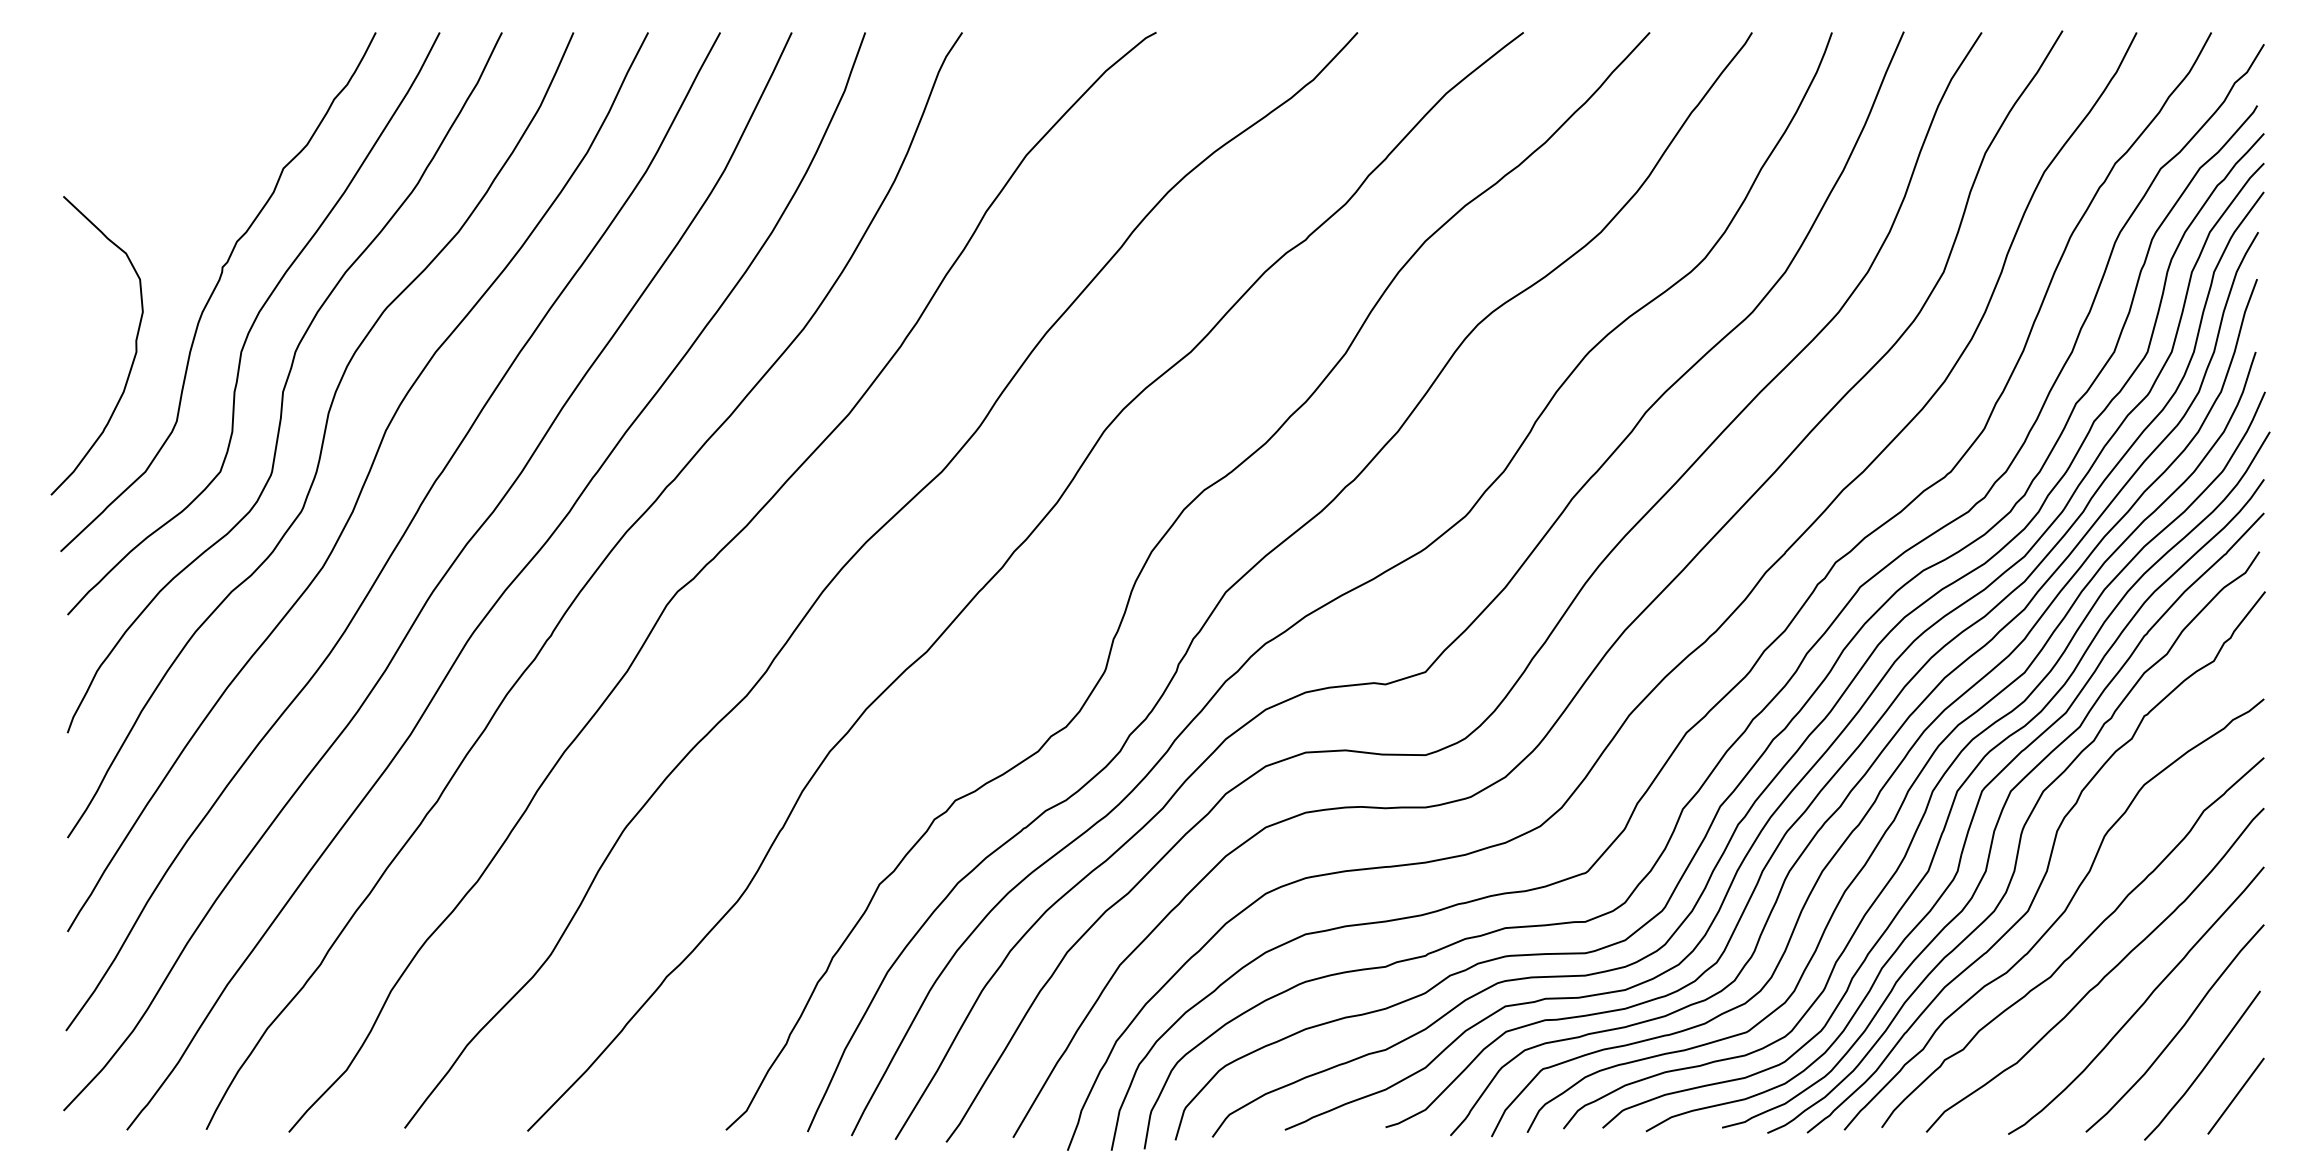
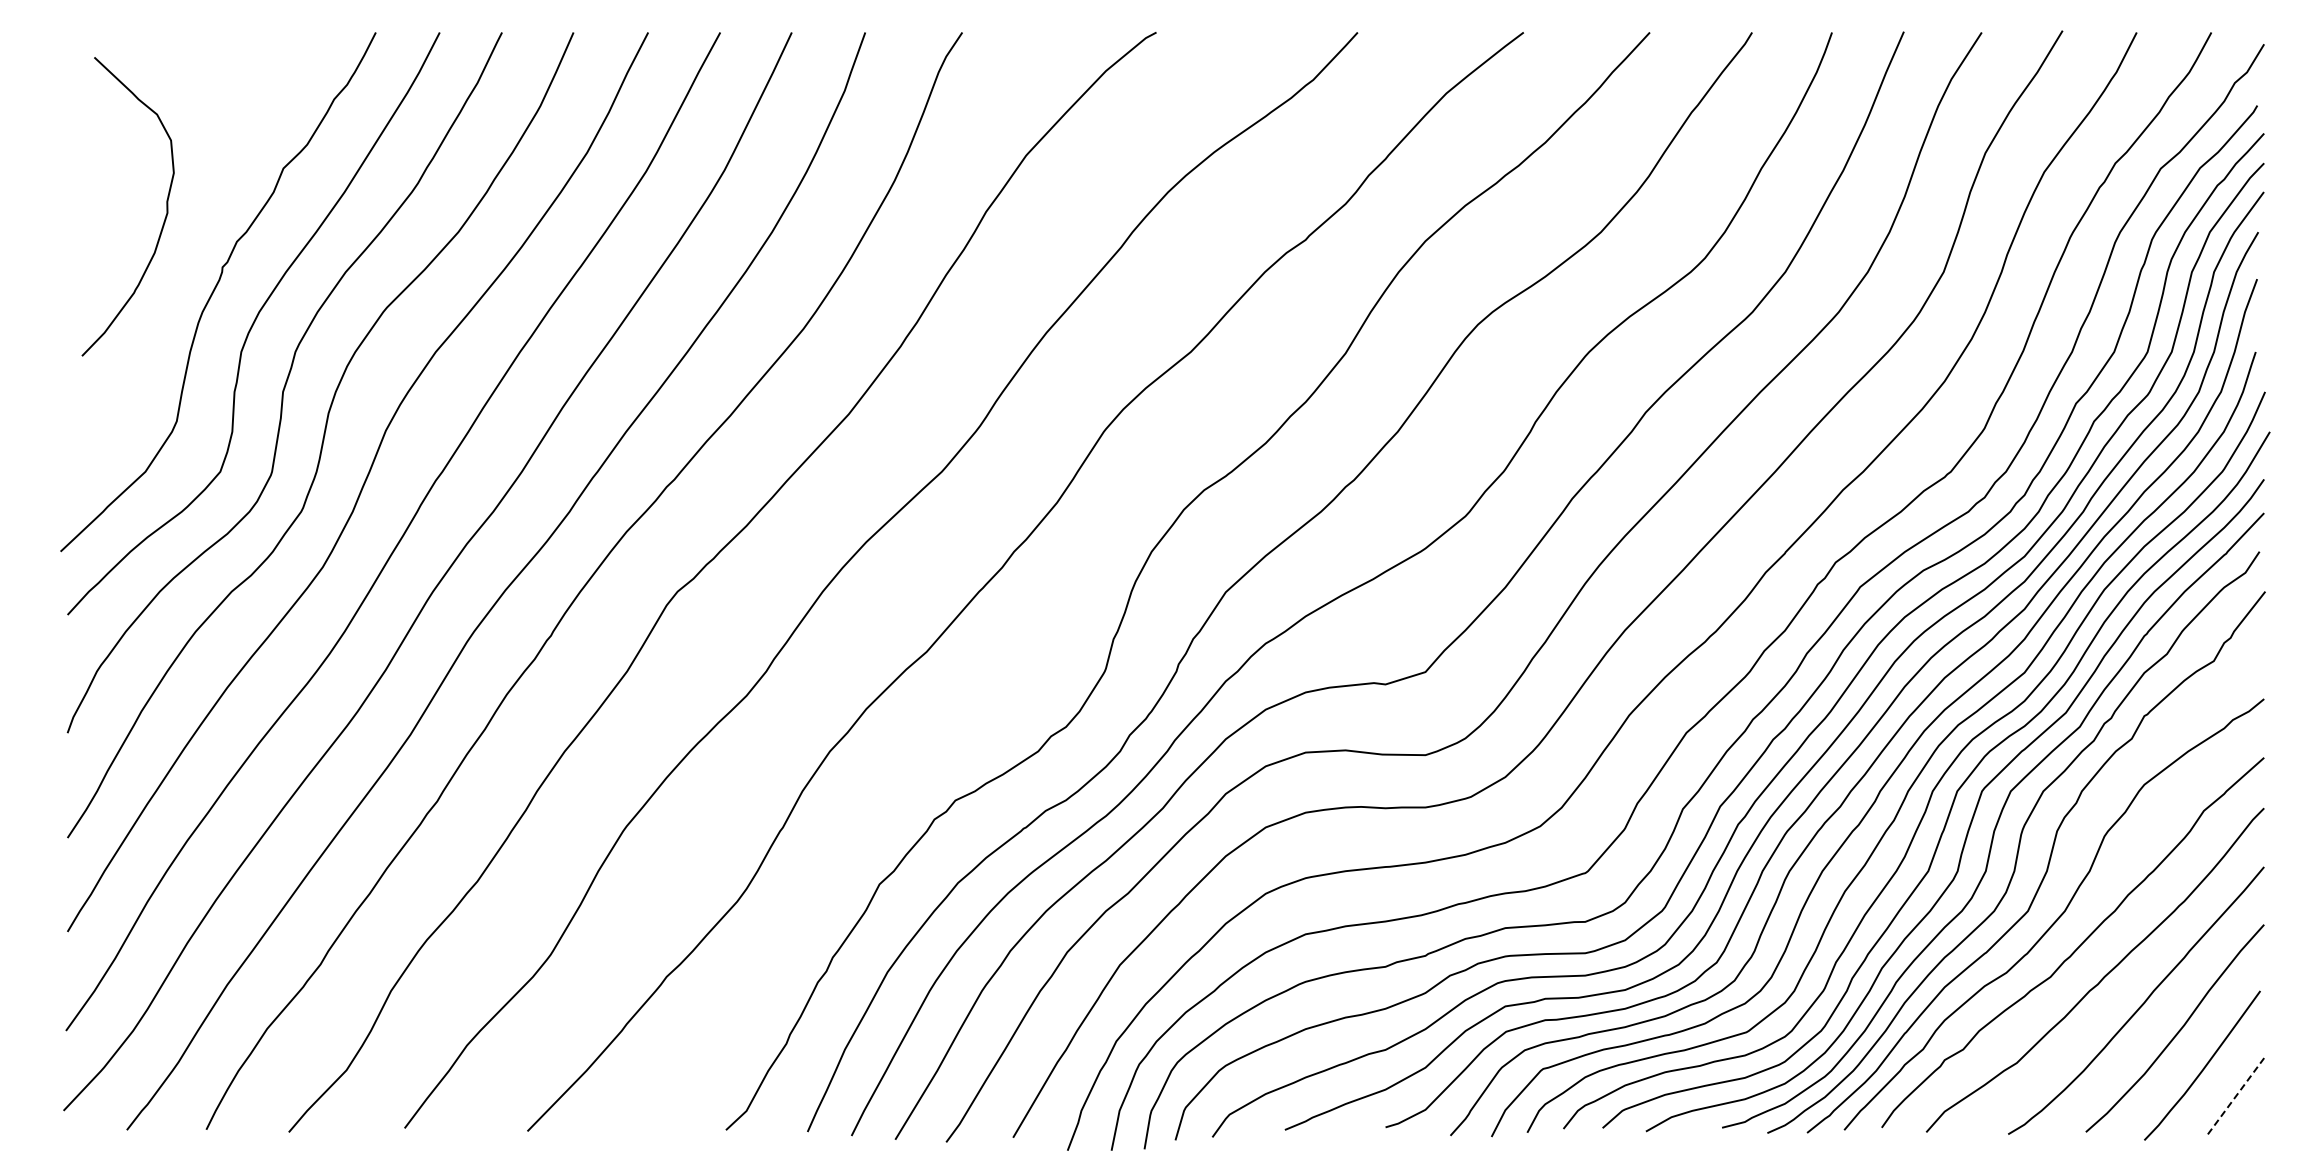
curve at (133, 357) position: (133, 357) -> (164, 218)
line at (2236, 1095): solid -> dashed
